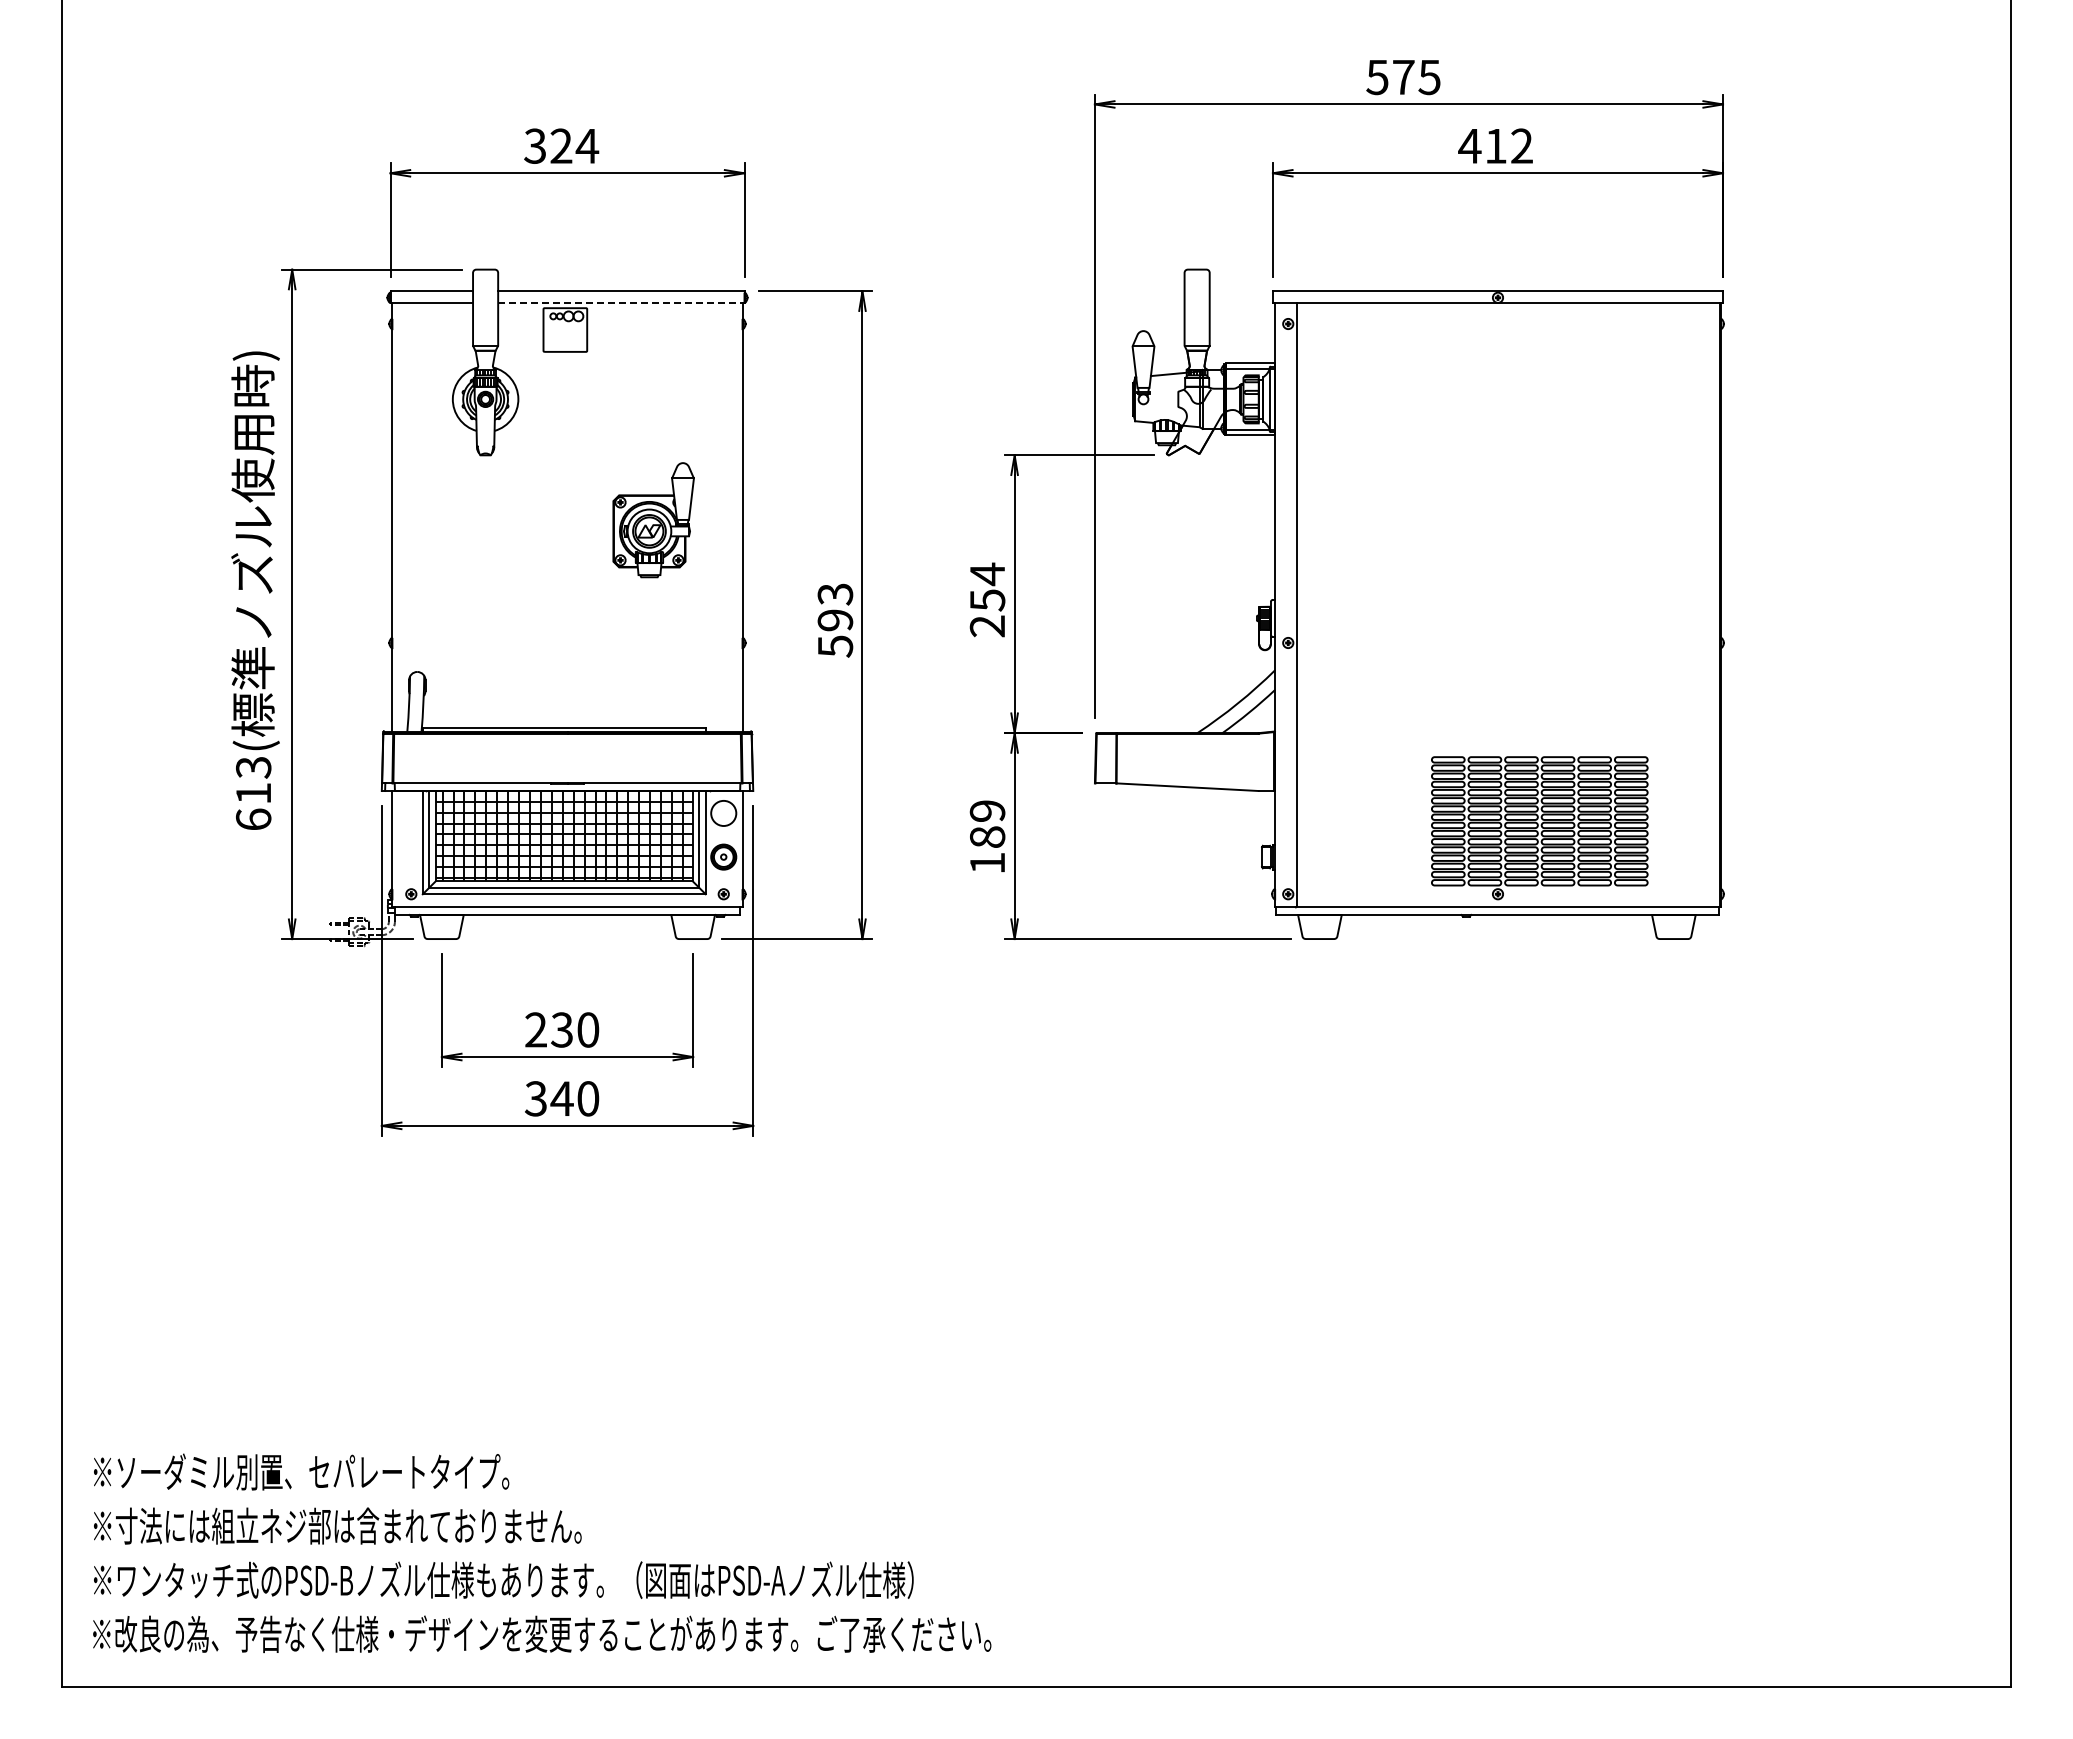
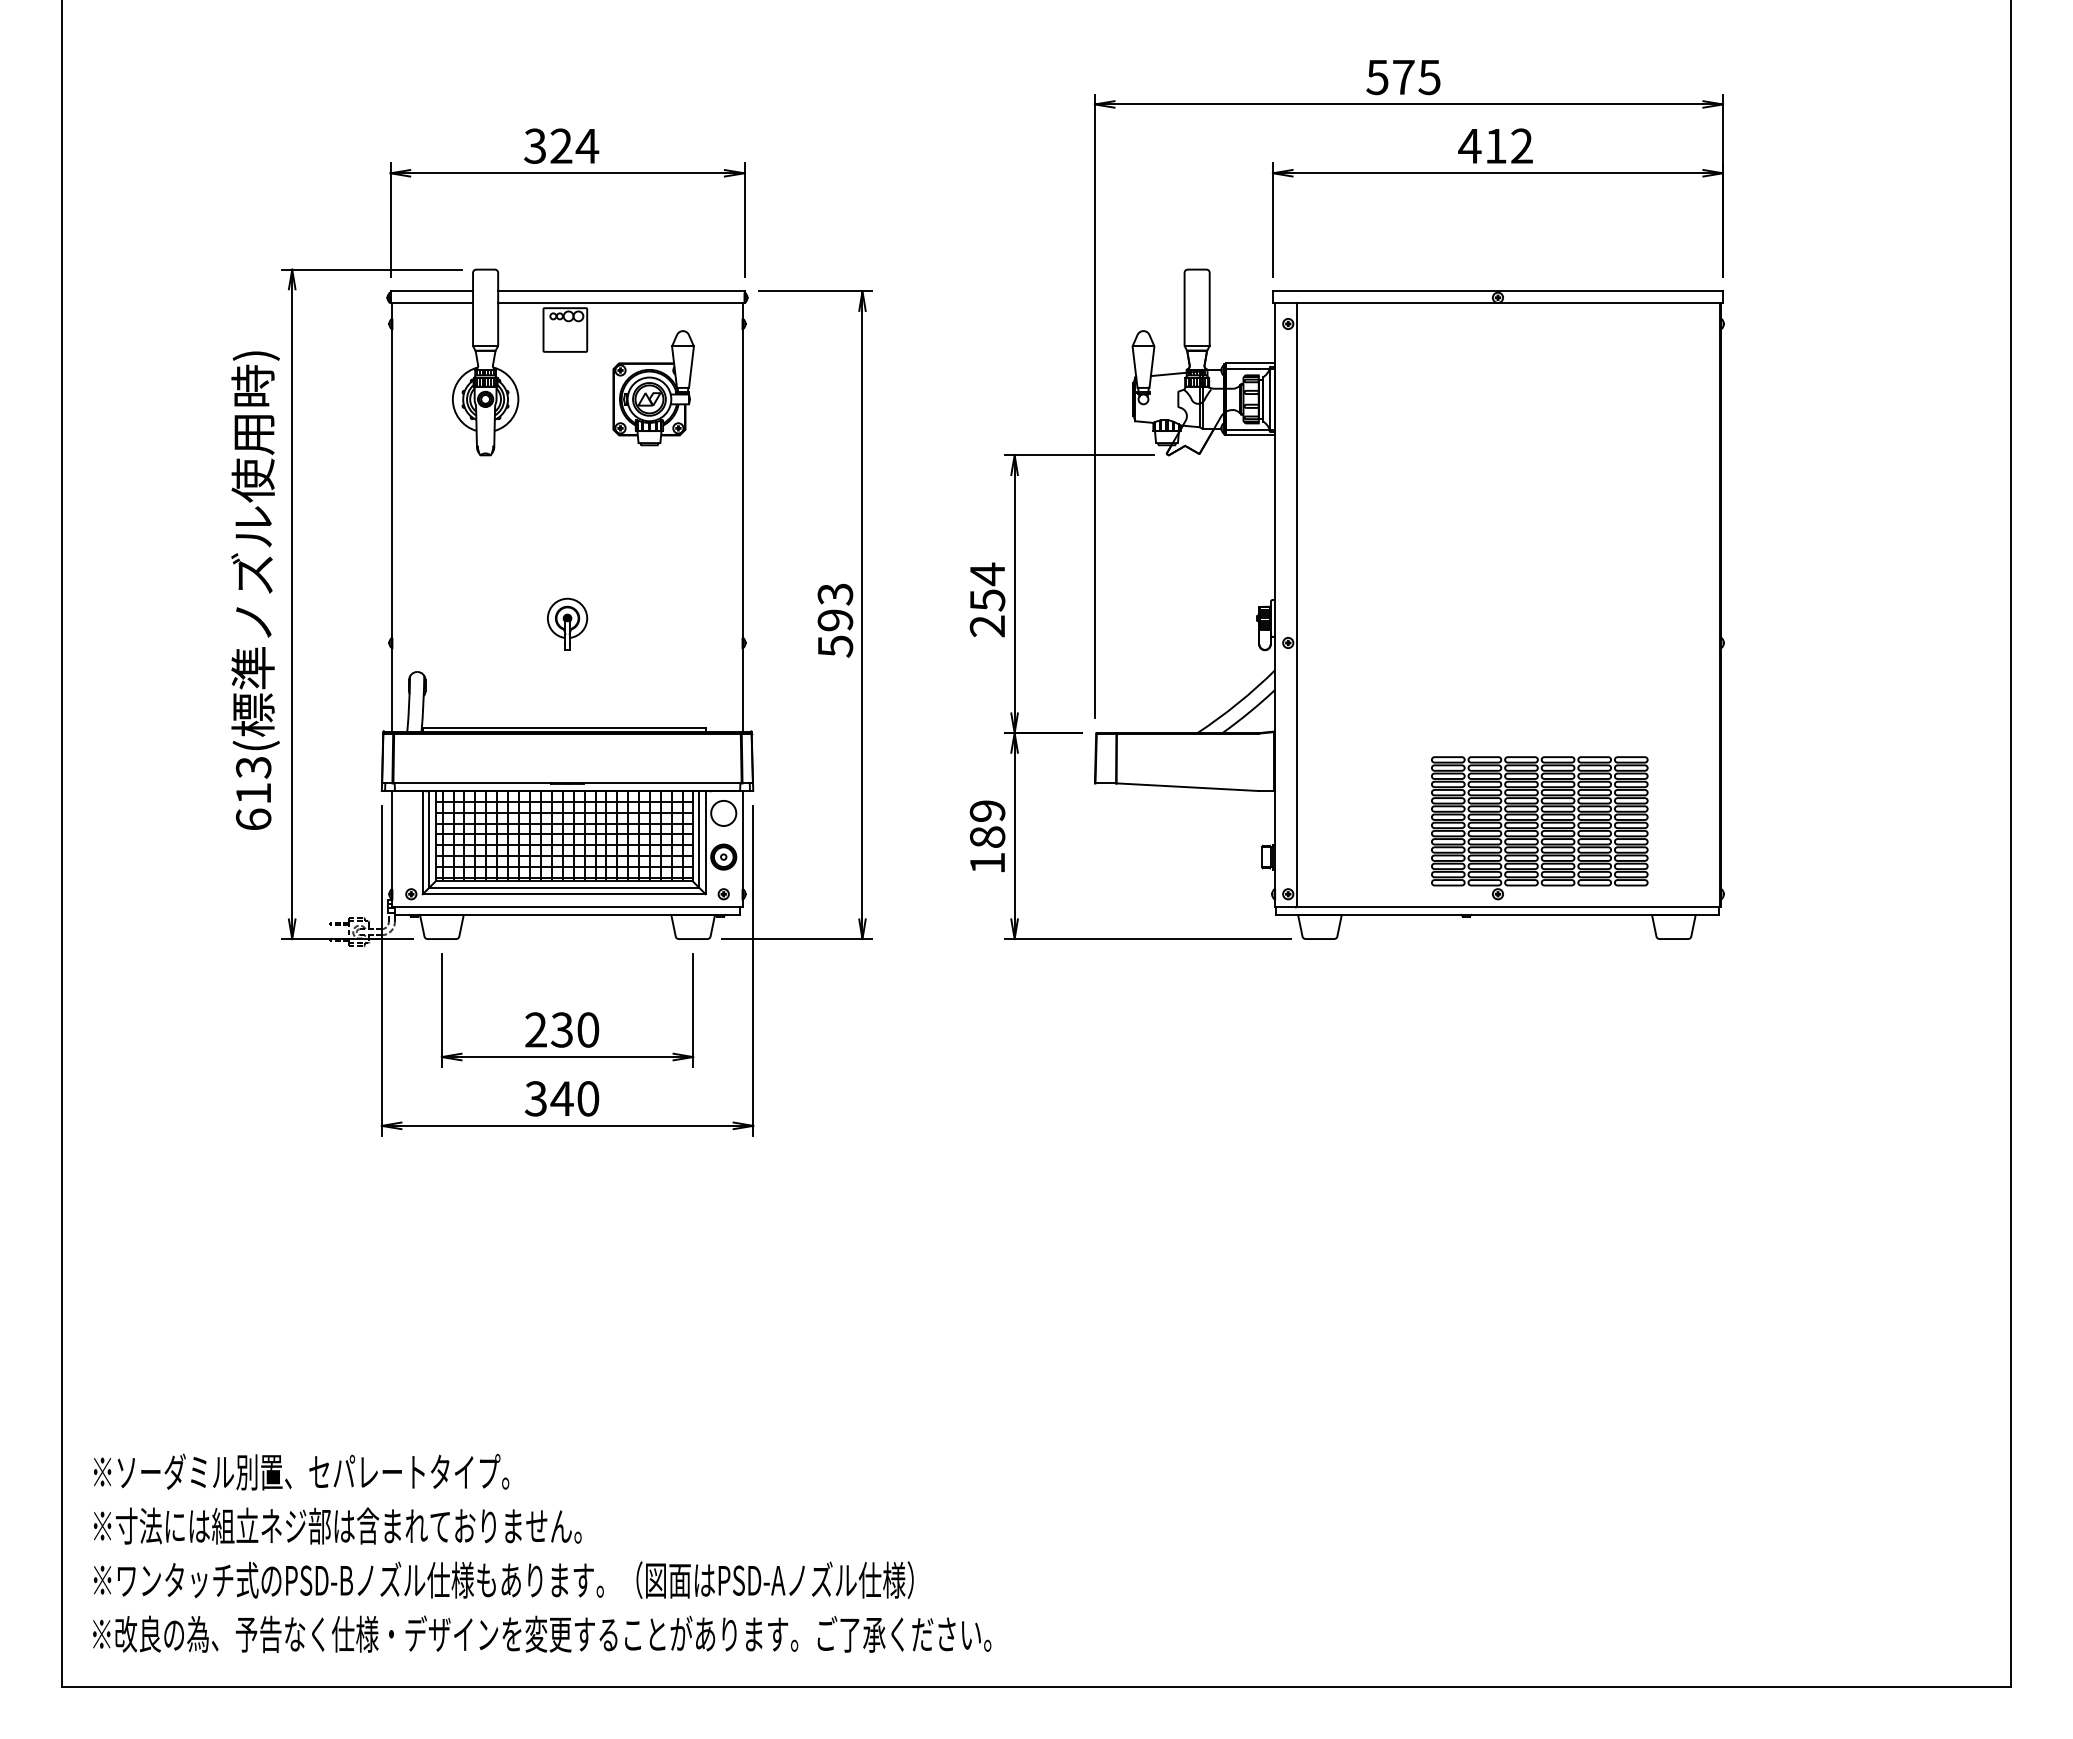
line at (621, 303): dashed -> solid
hatch at (1196, 382): none -> present
part at (653, 520) position: (653, 520) -> (653, 388)
part at (567, 623): none -> present
